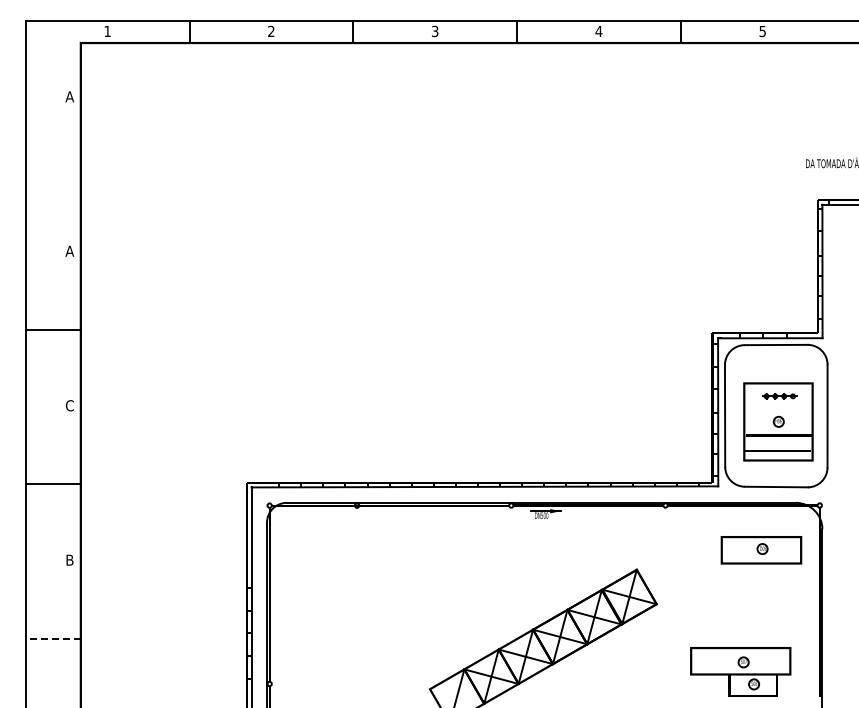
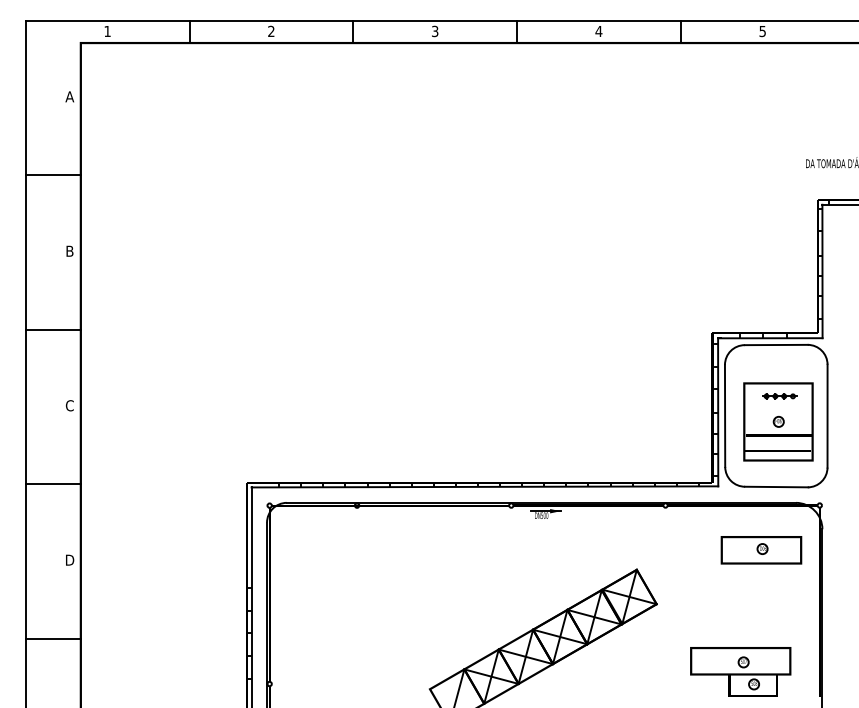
line at (52, 175): none -> present
text at (69, 250): A -> B
text at (70, 559): B -> D
line at (53, 638): dashed -> solid
